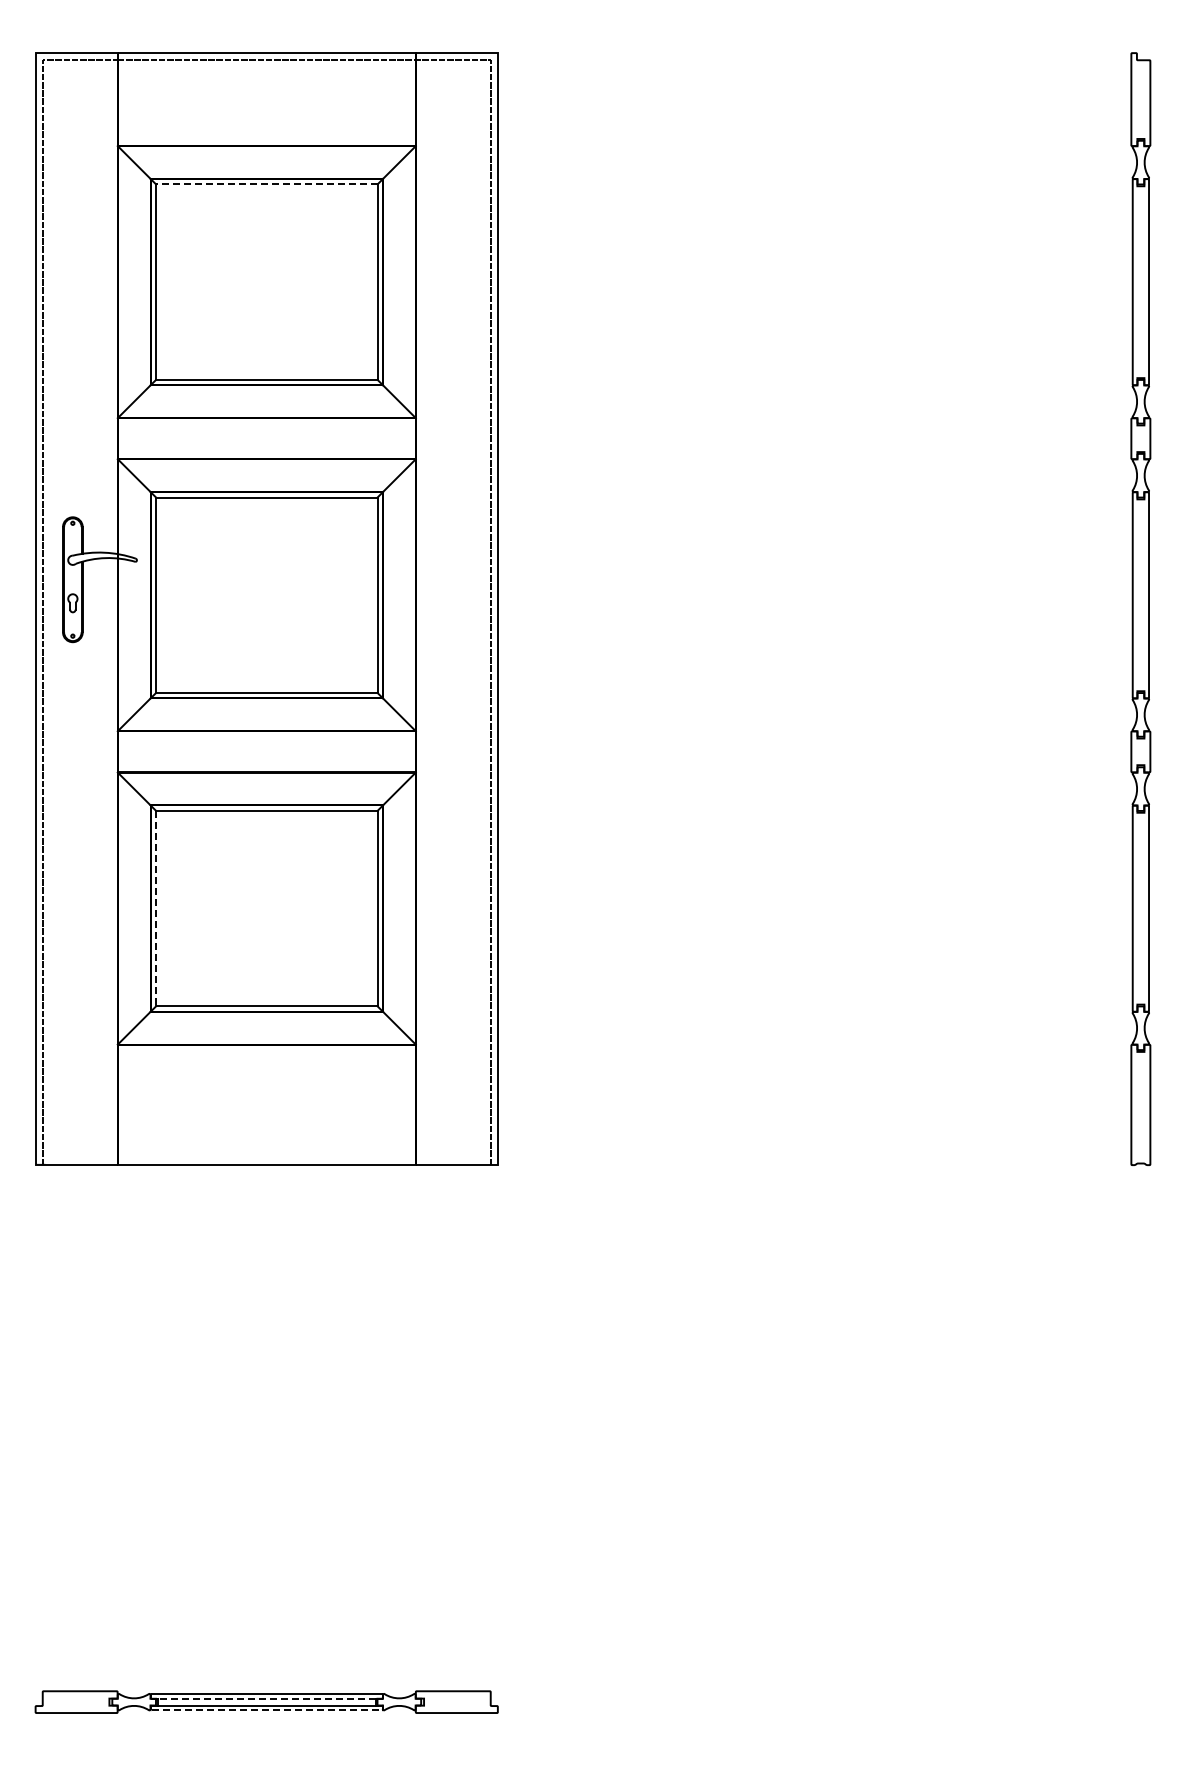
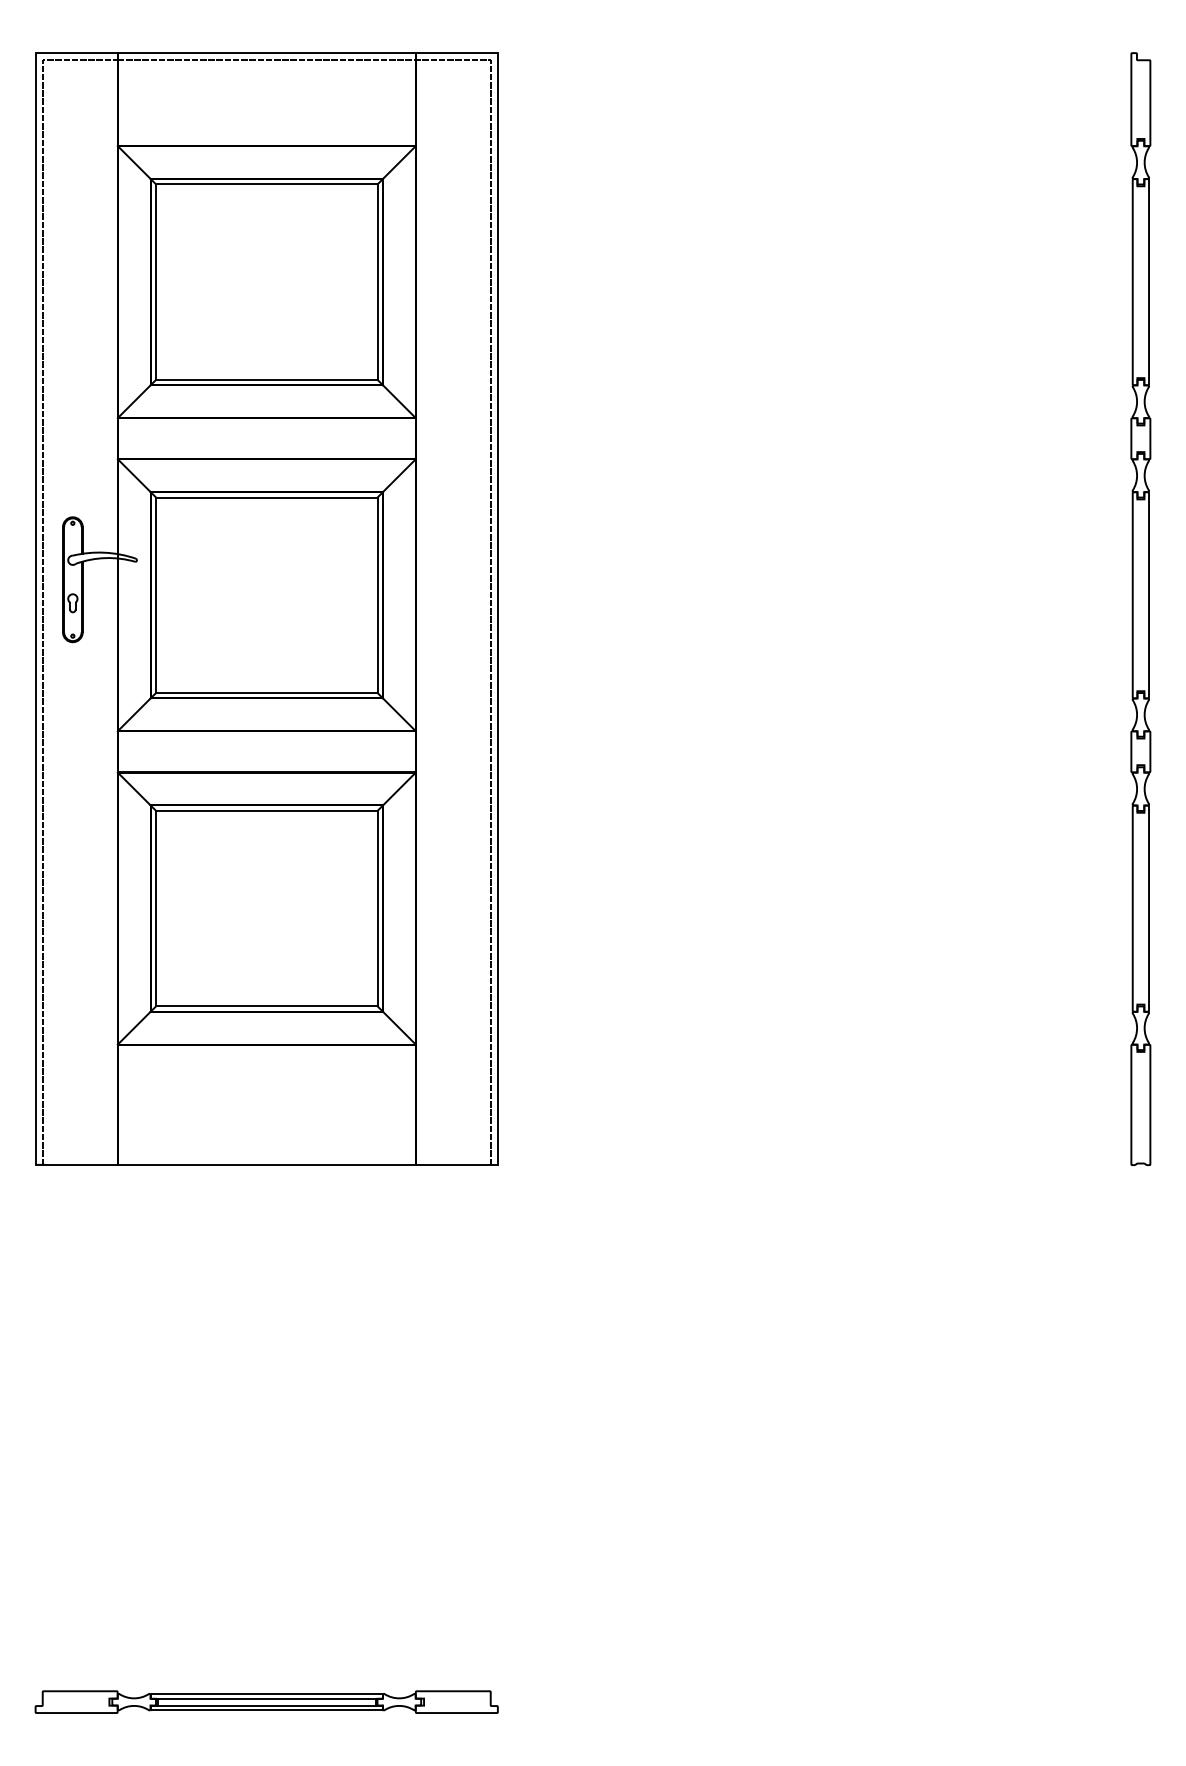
line at (266, 184): dashed -> solid
line at (156, 908): dashed -> solid
line at (266, 1698): dashed -> solid
line at (267, 1710): dashed -> solid
